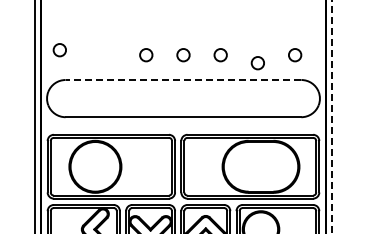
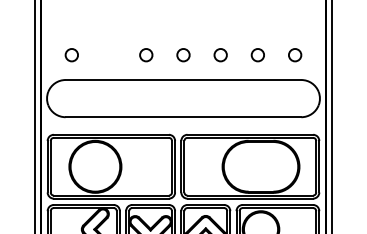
circle at (59, 50) position: (59, 50) -> (71, 55)
circle at (257, 63) position: (257, 63) -> (257, 55)
line at (183, 80): dashed -> solid
line at (332, 117): dashed -> solid
